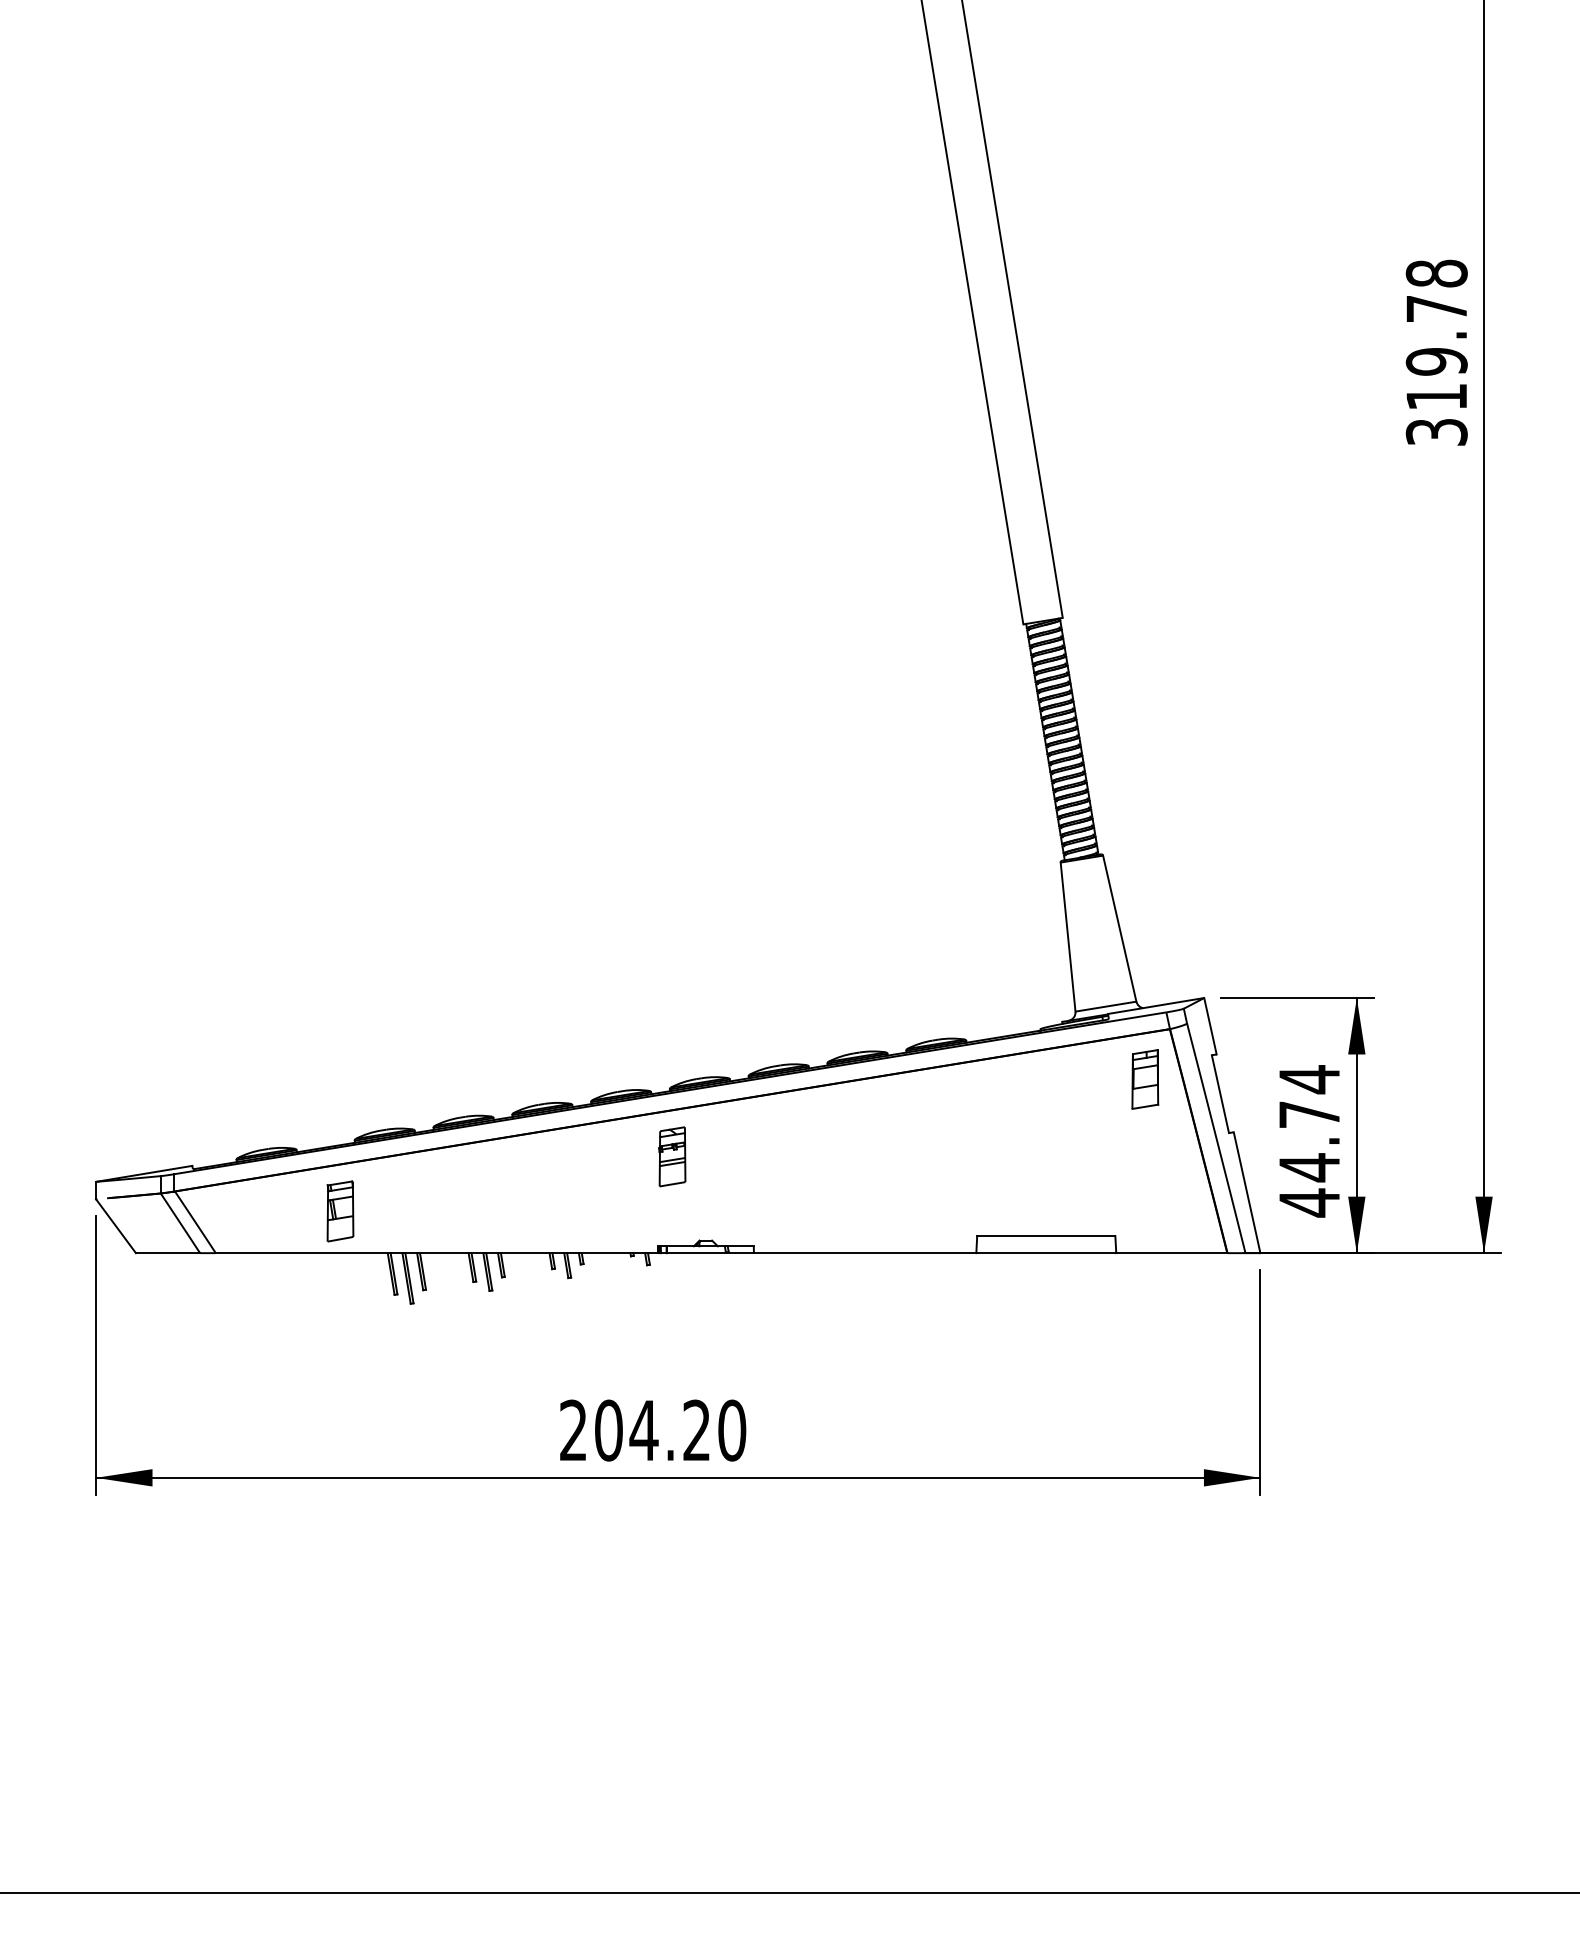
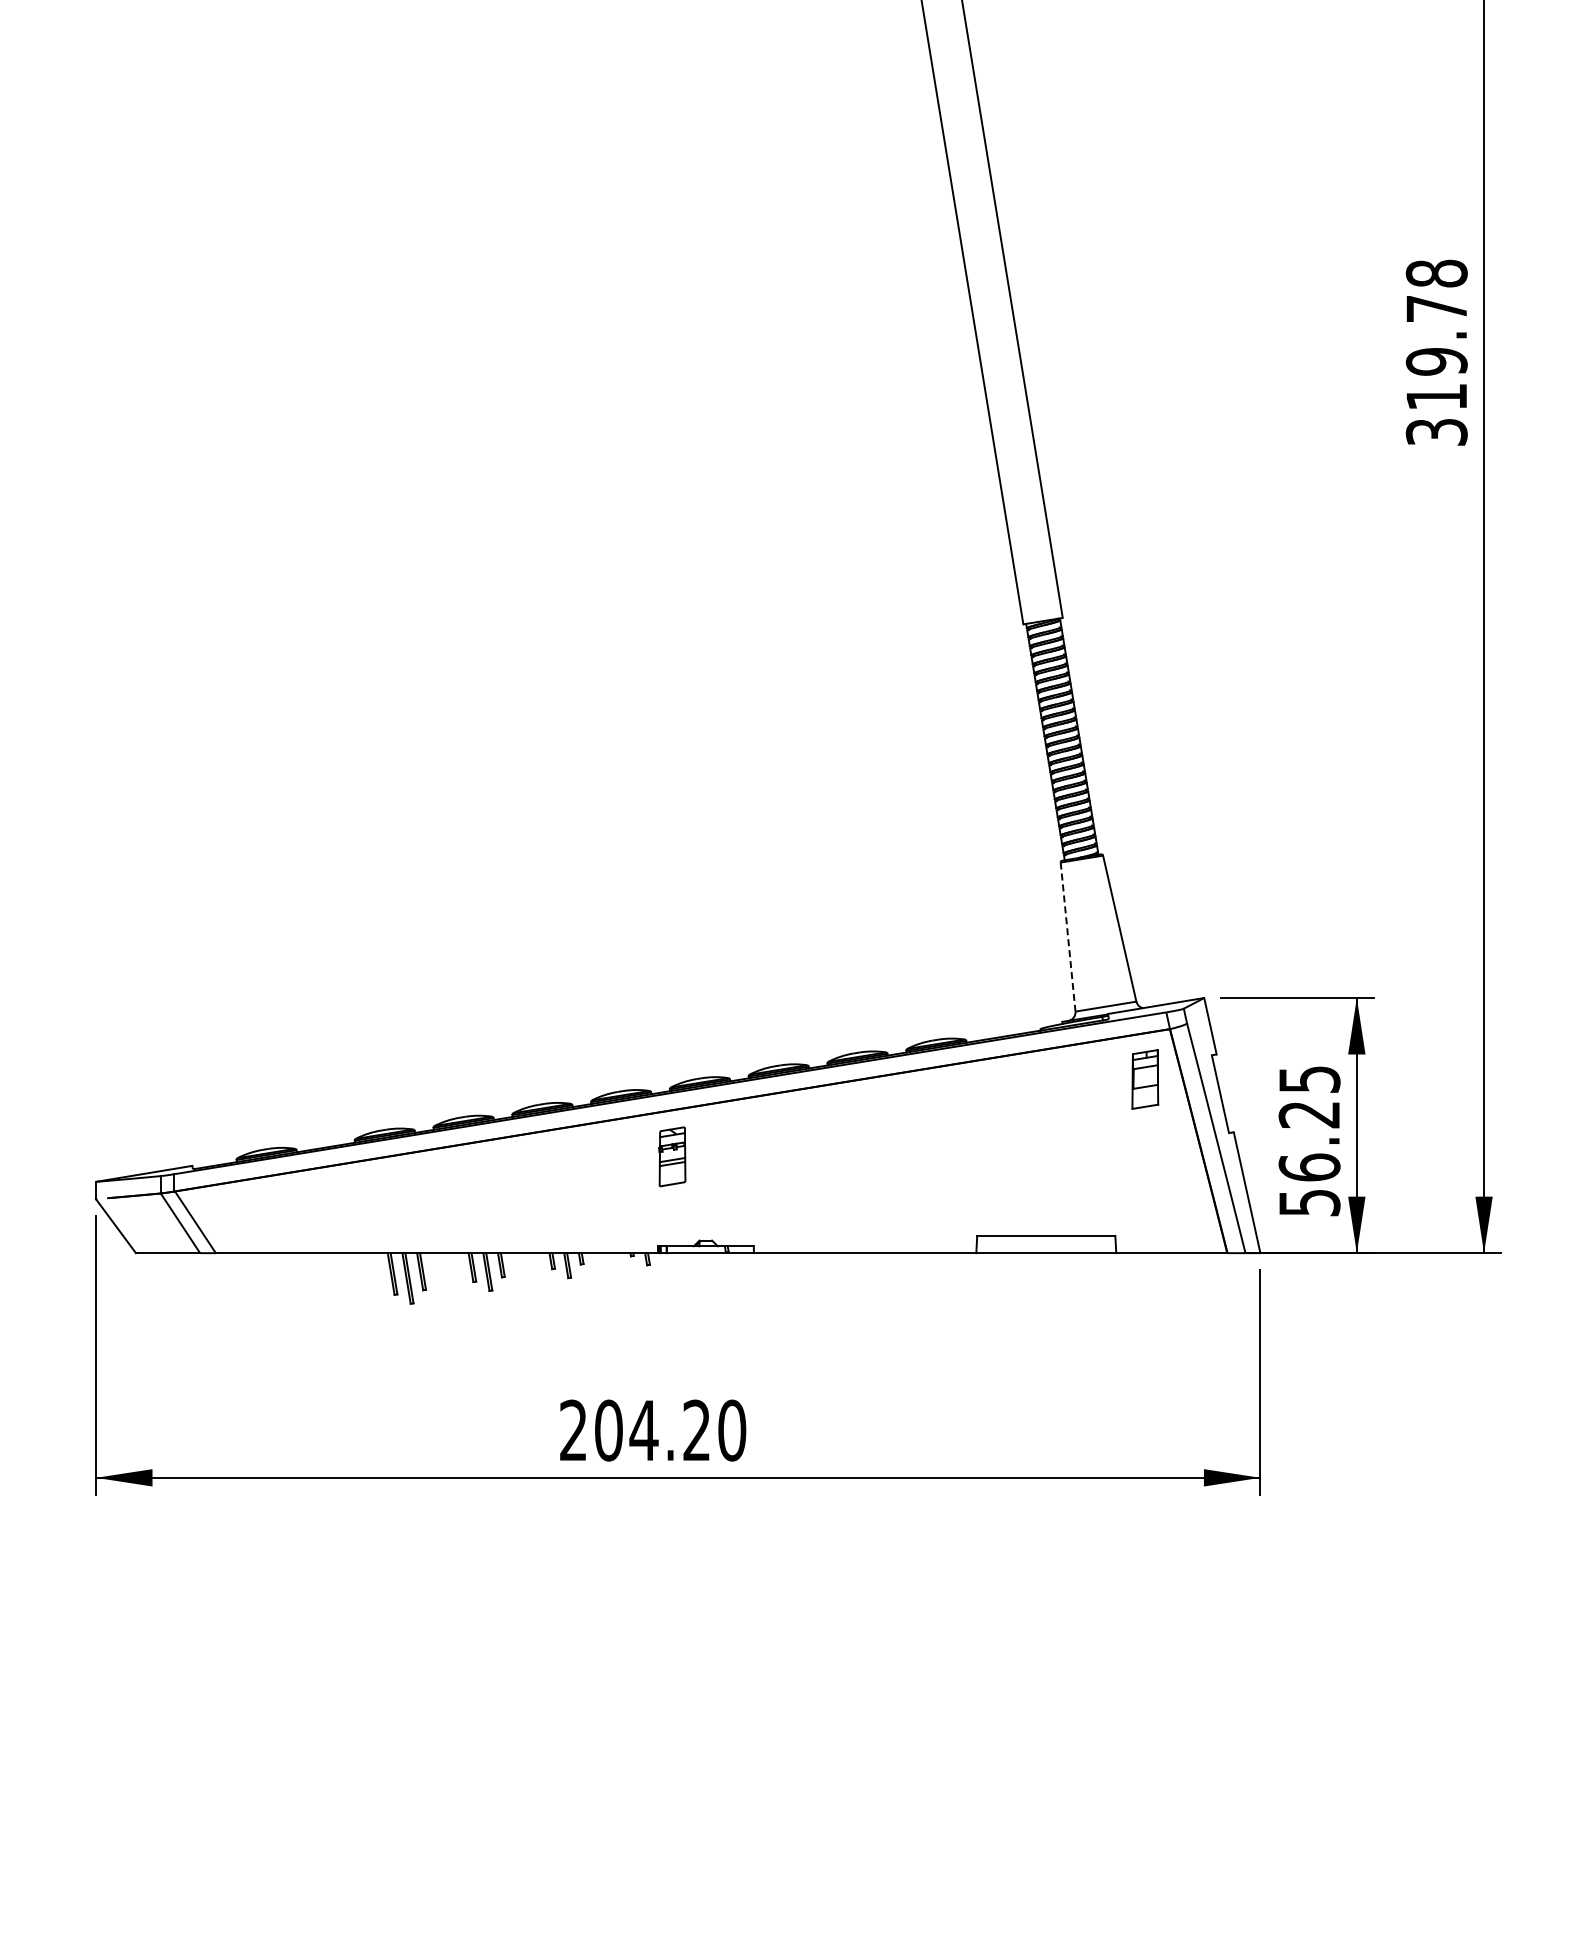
line at (1068, 937): solid -> dashed
text at (1309, 1141): 44.74 -> 56.25
part at (340, 1211): present -> none
line at (789, 1893): present -> none
